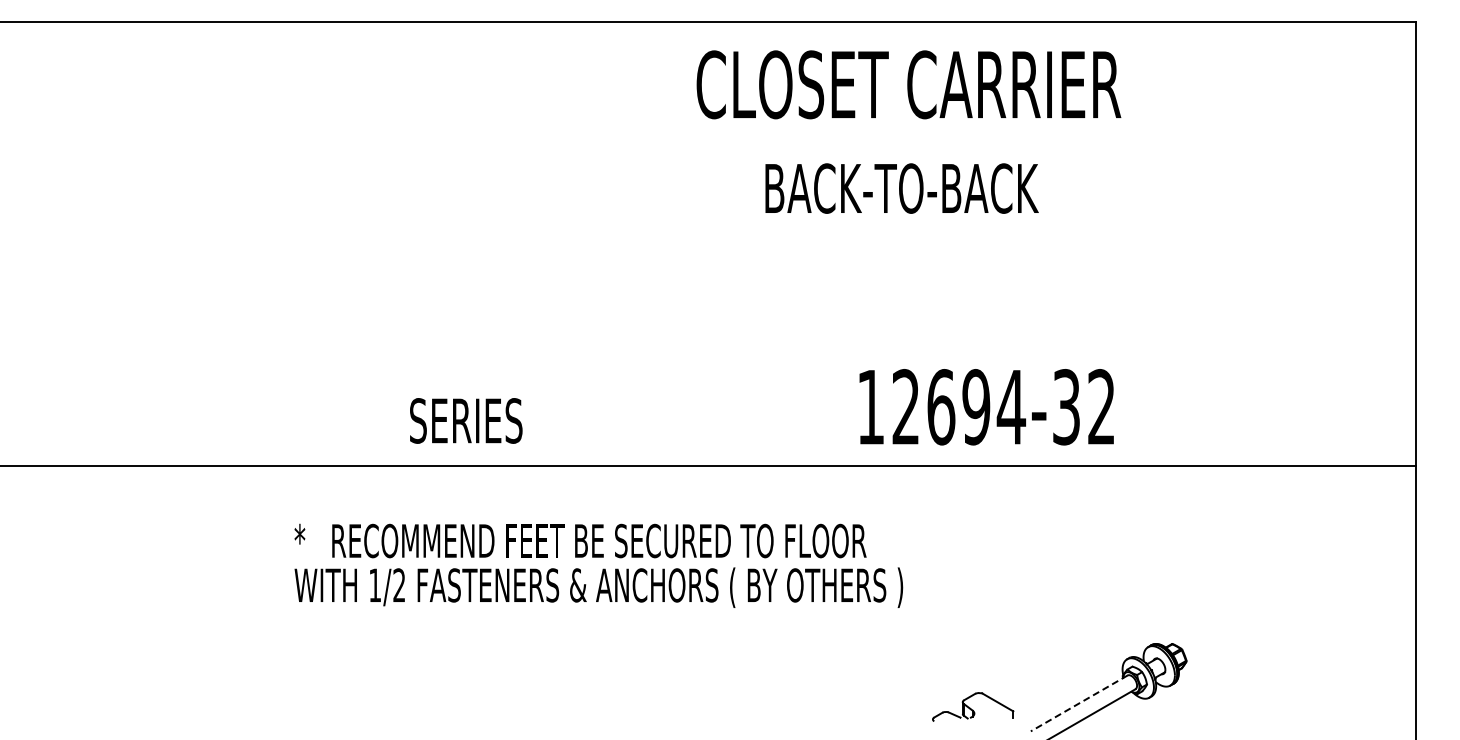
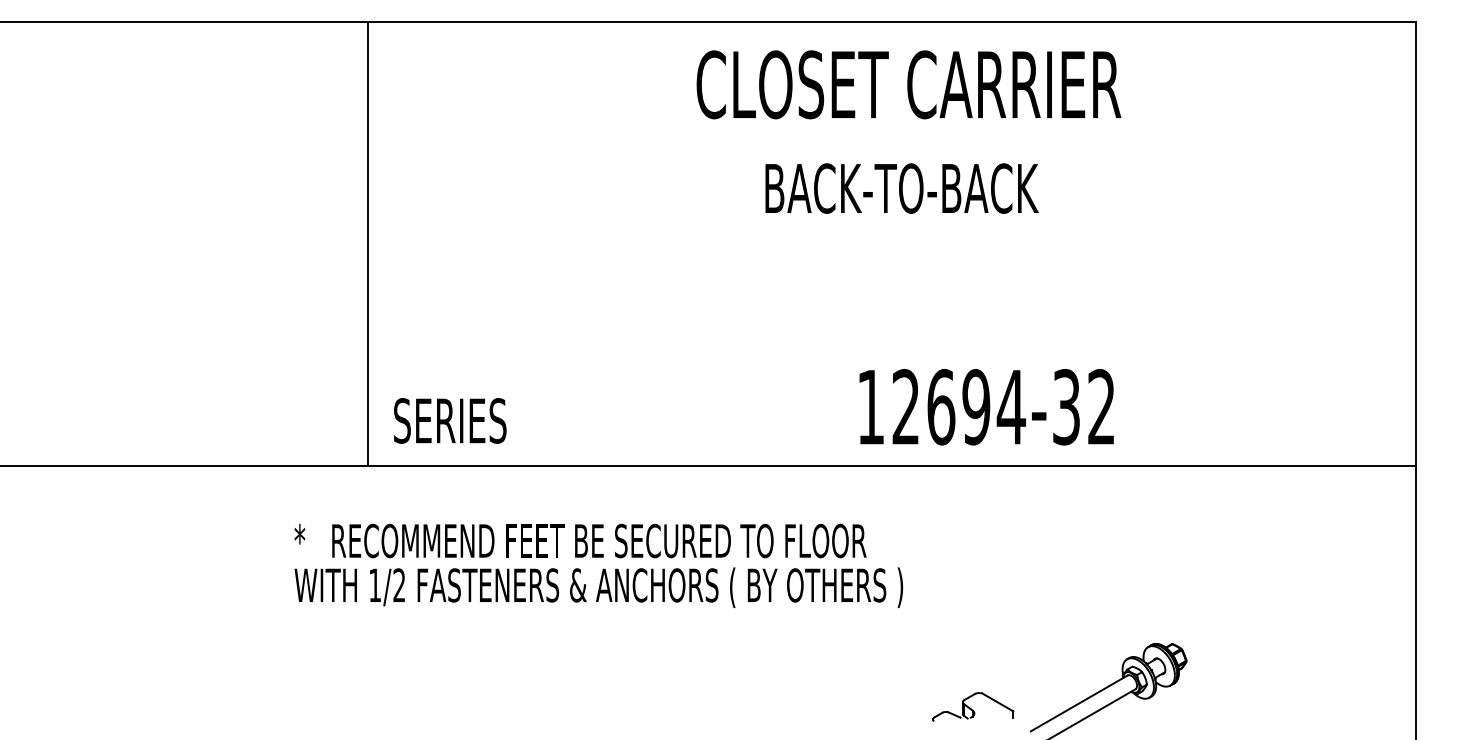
line at (367, 244): none -> present
text at (466, 420) position: (466, 420) -> (450, 420)
line at (1079, 703): dashed -> solid
